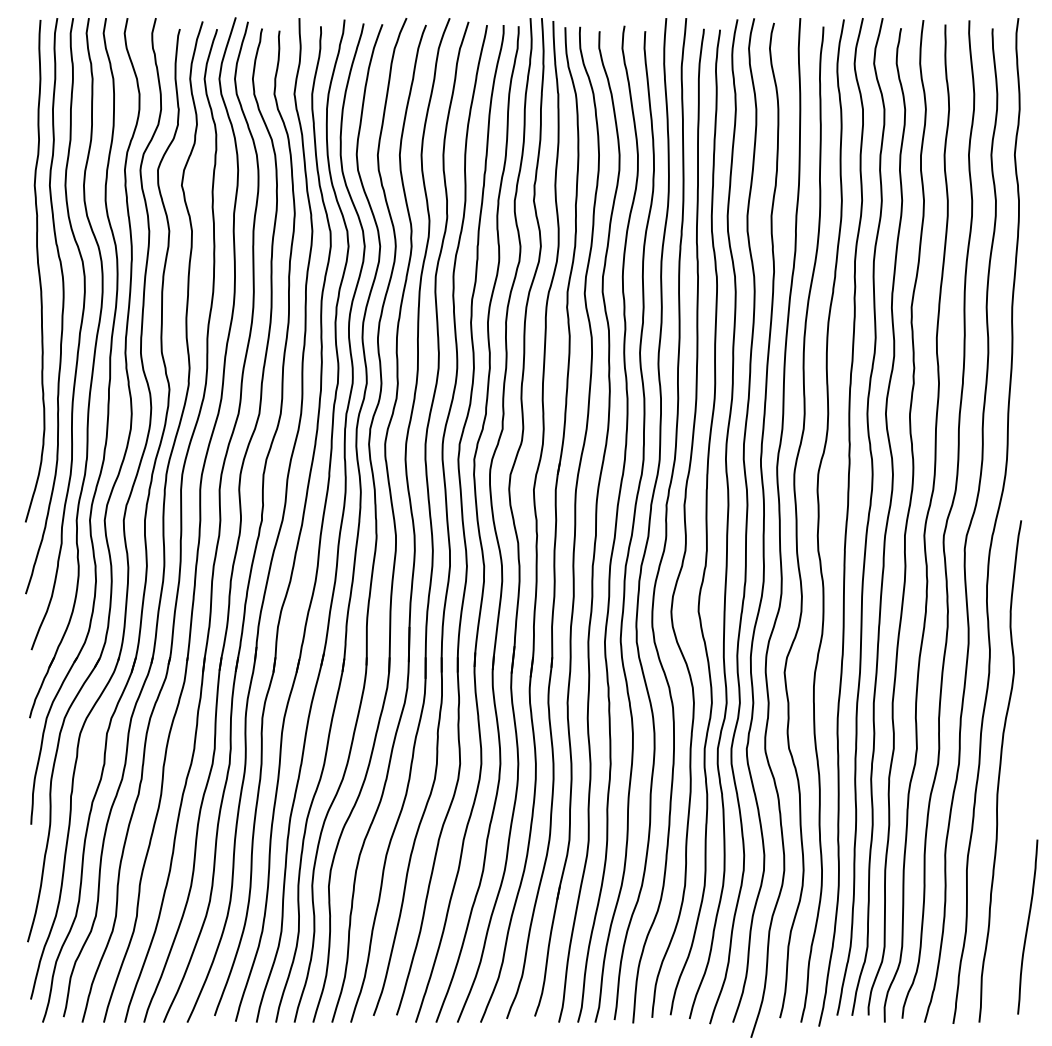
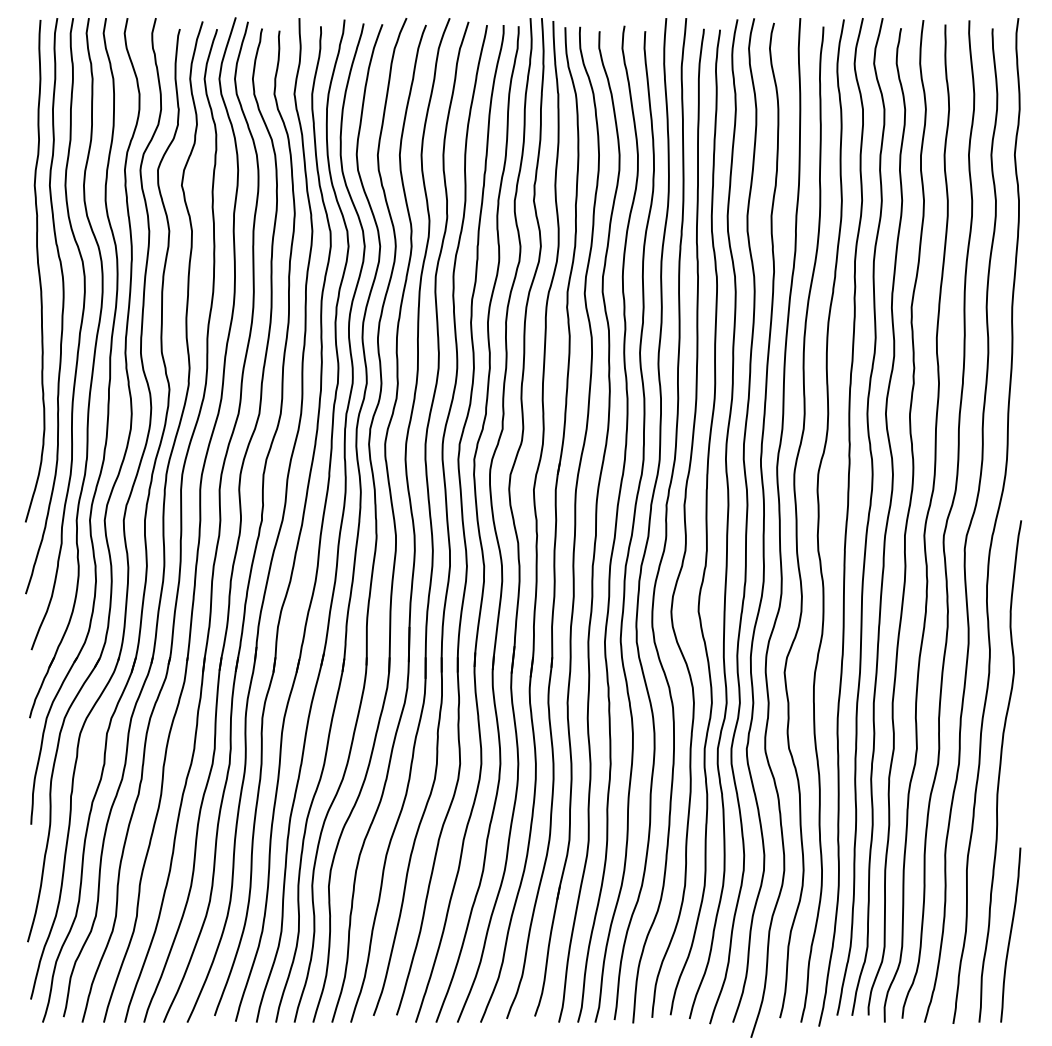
curve at (1027, 926) position: (1027, 926) -> (1010, 934)
